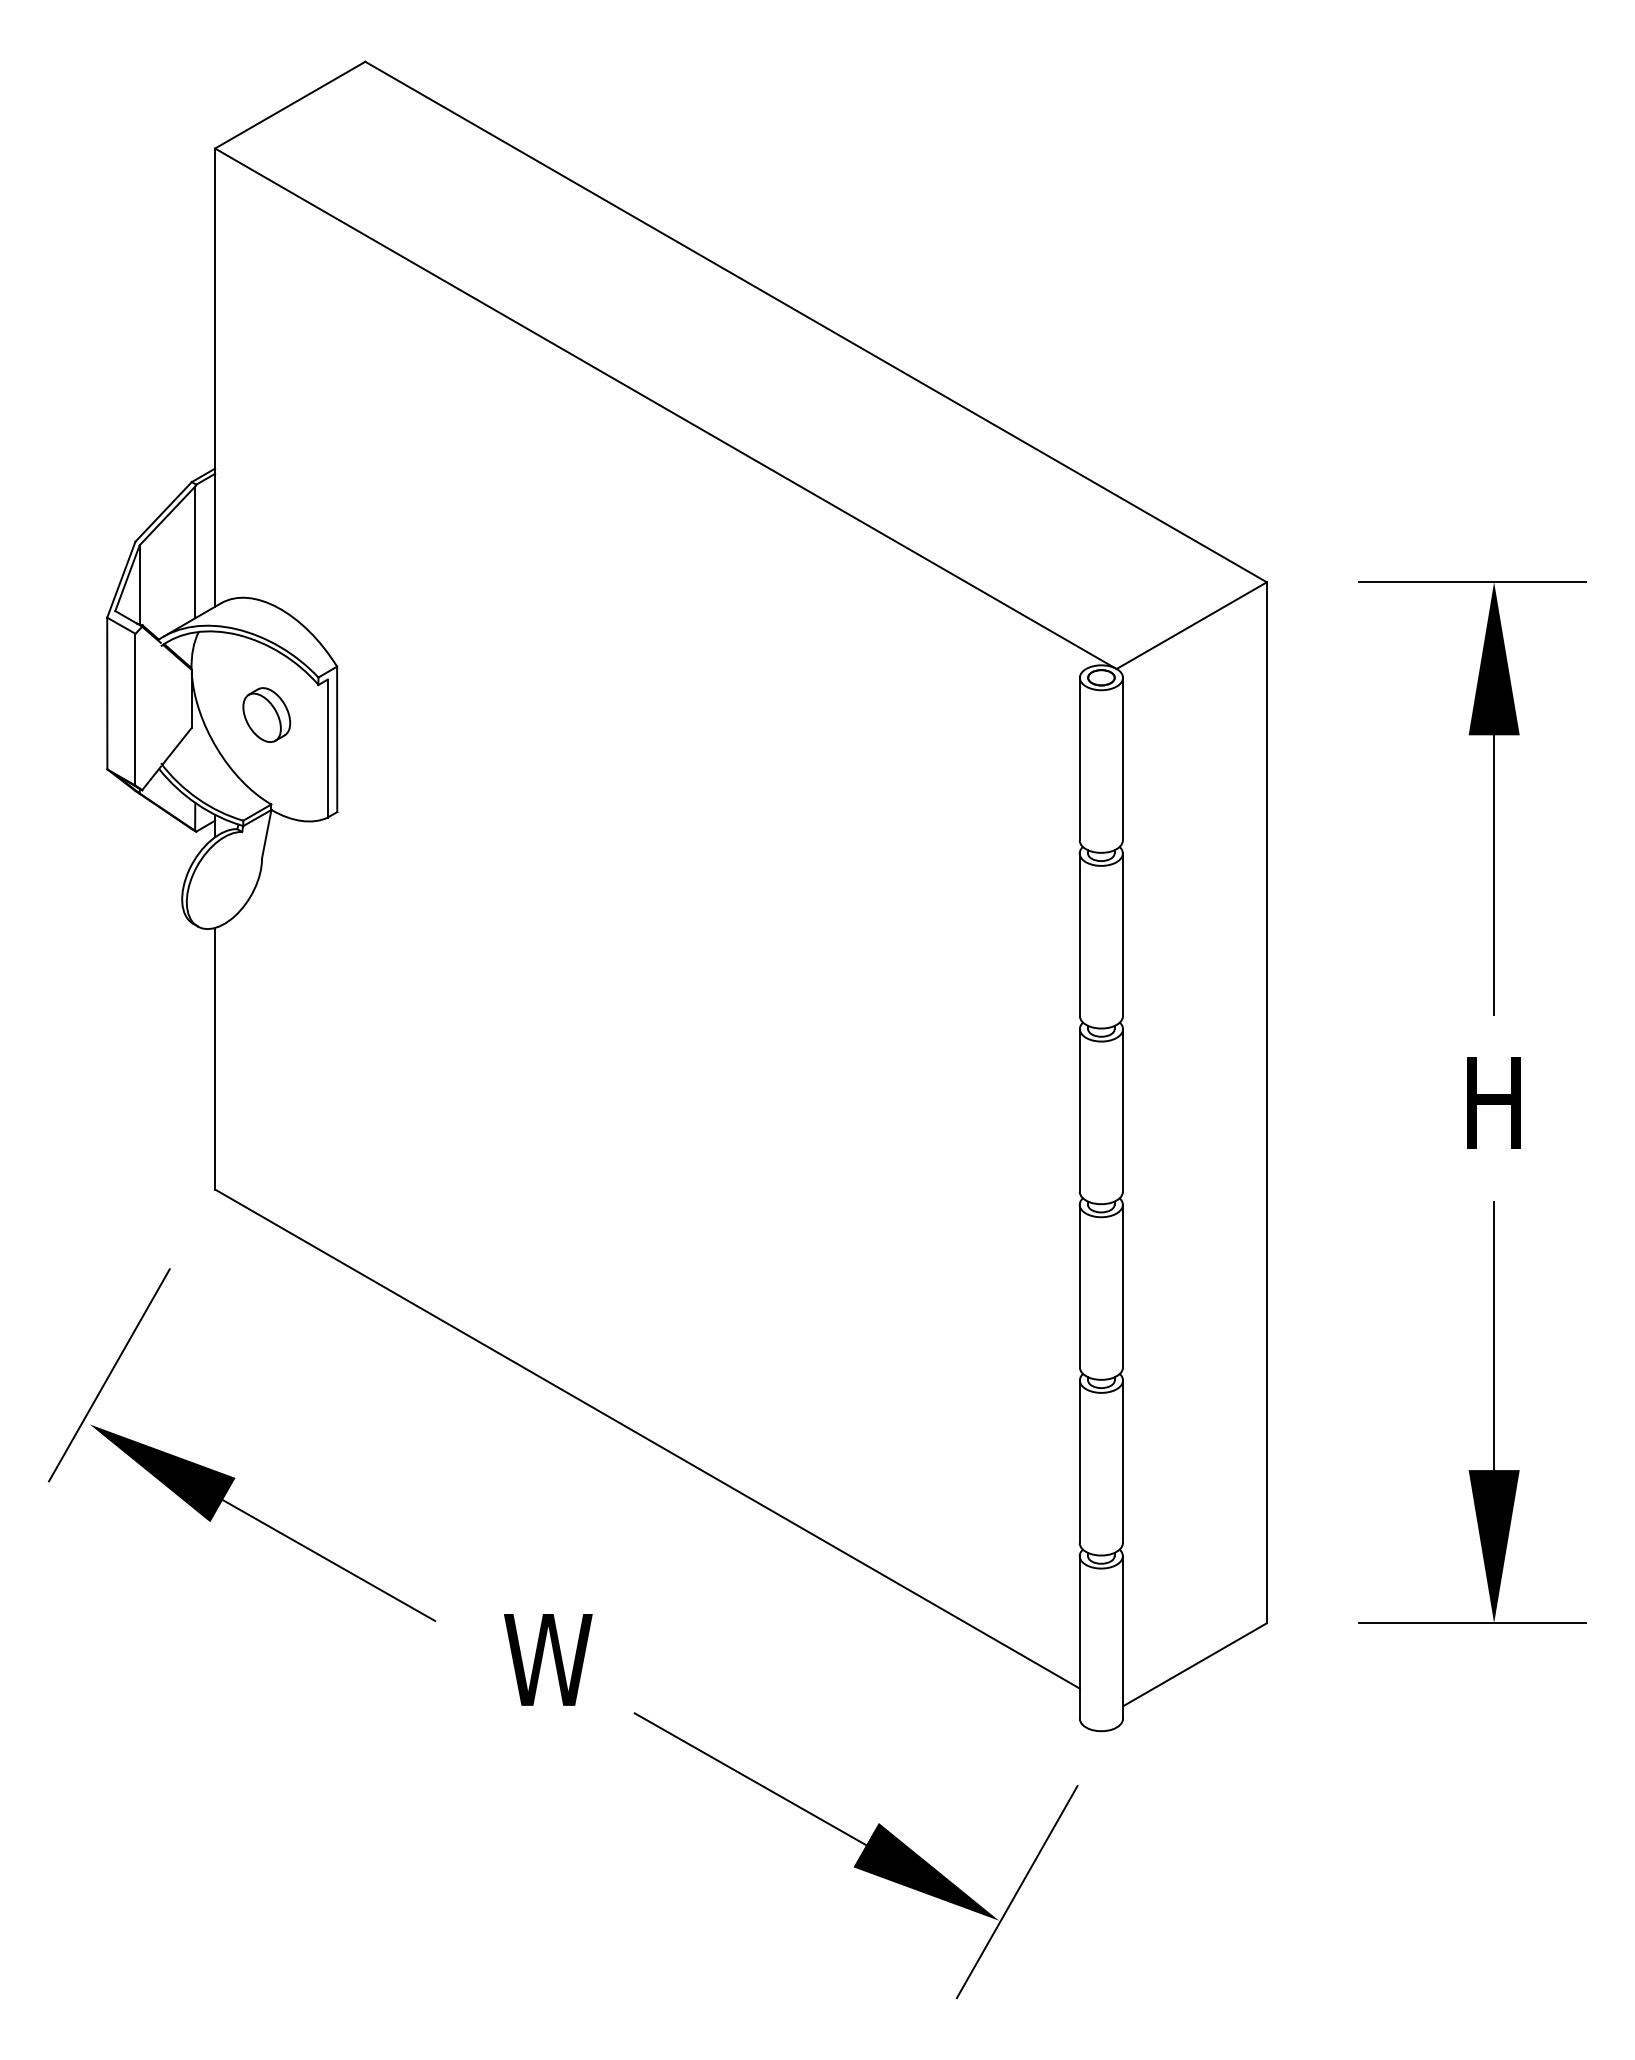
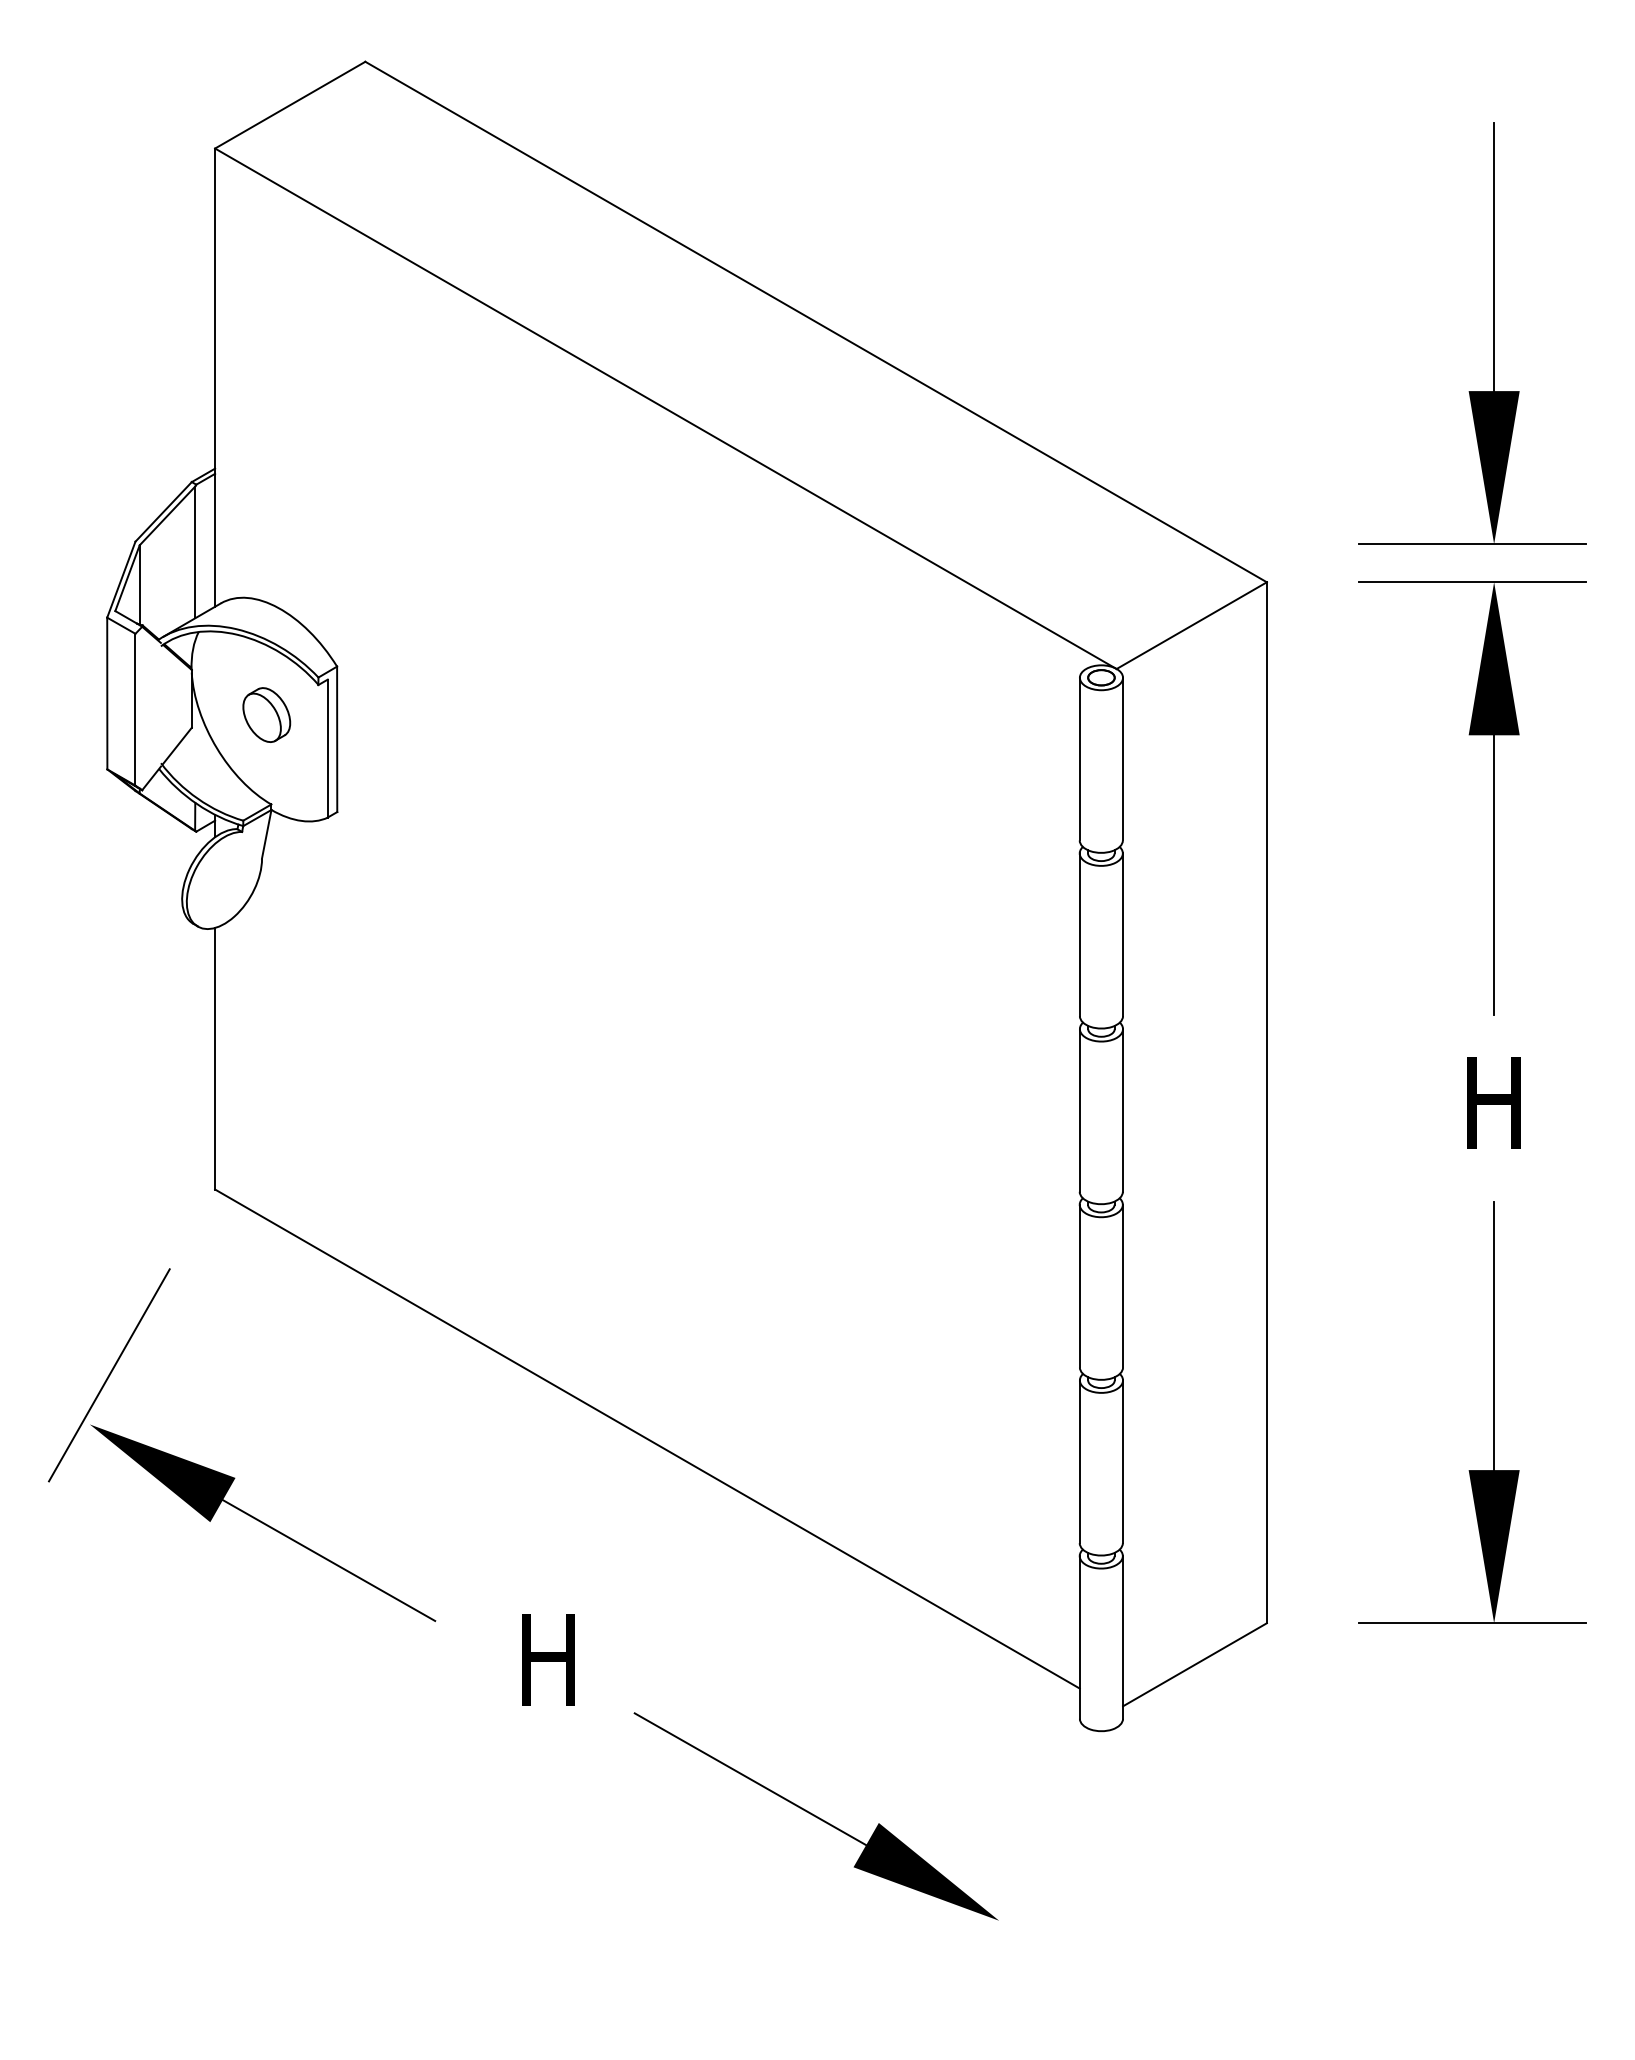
part at (1493, 333): none -> present
text at (548, 1659): W -> H
line at (1016, 1892): present -> none
